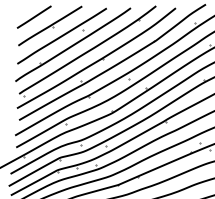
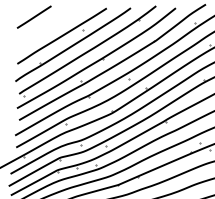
part at (50, 25): present -> none
